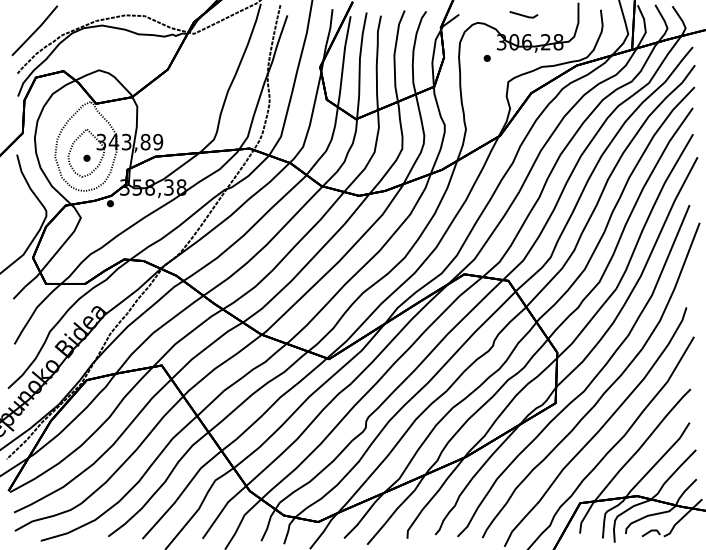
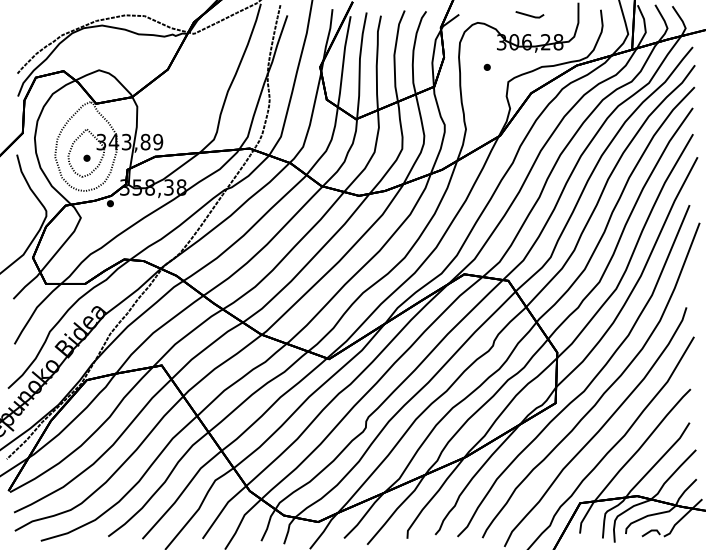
line at (523, 14) position: (523, 14) -> (529, 14)
line at (34, 30): present -> none
part at (486, 57) position: (486, 57) -> (486, 66)
